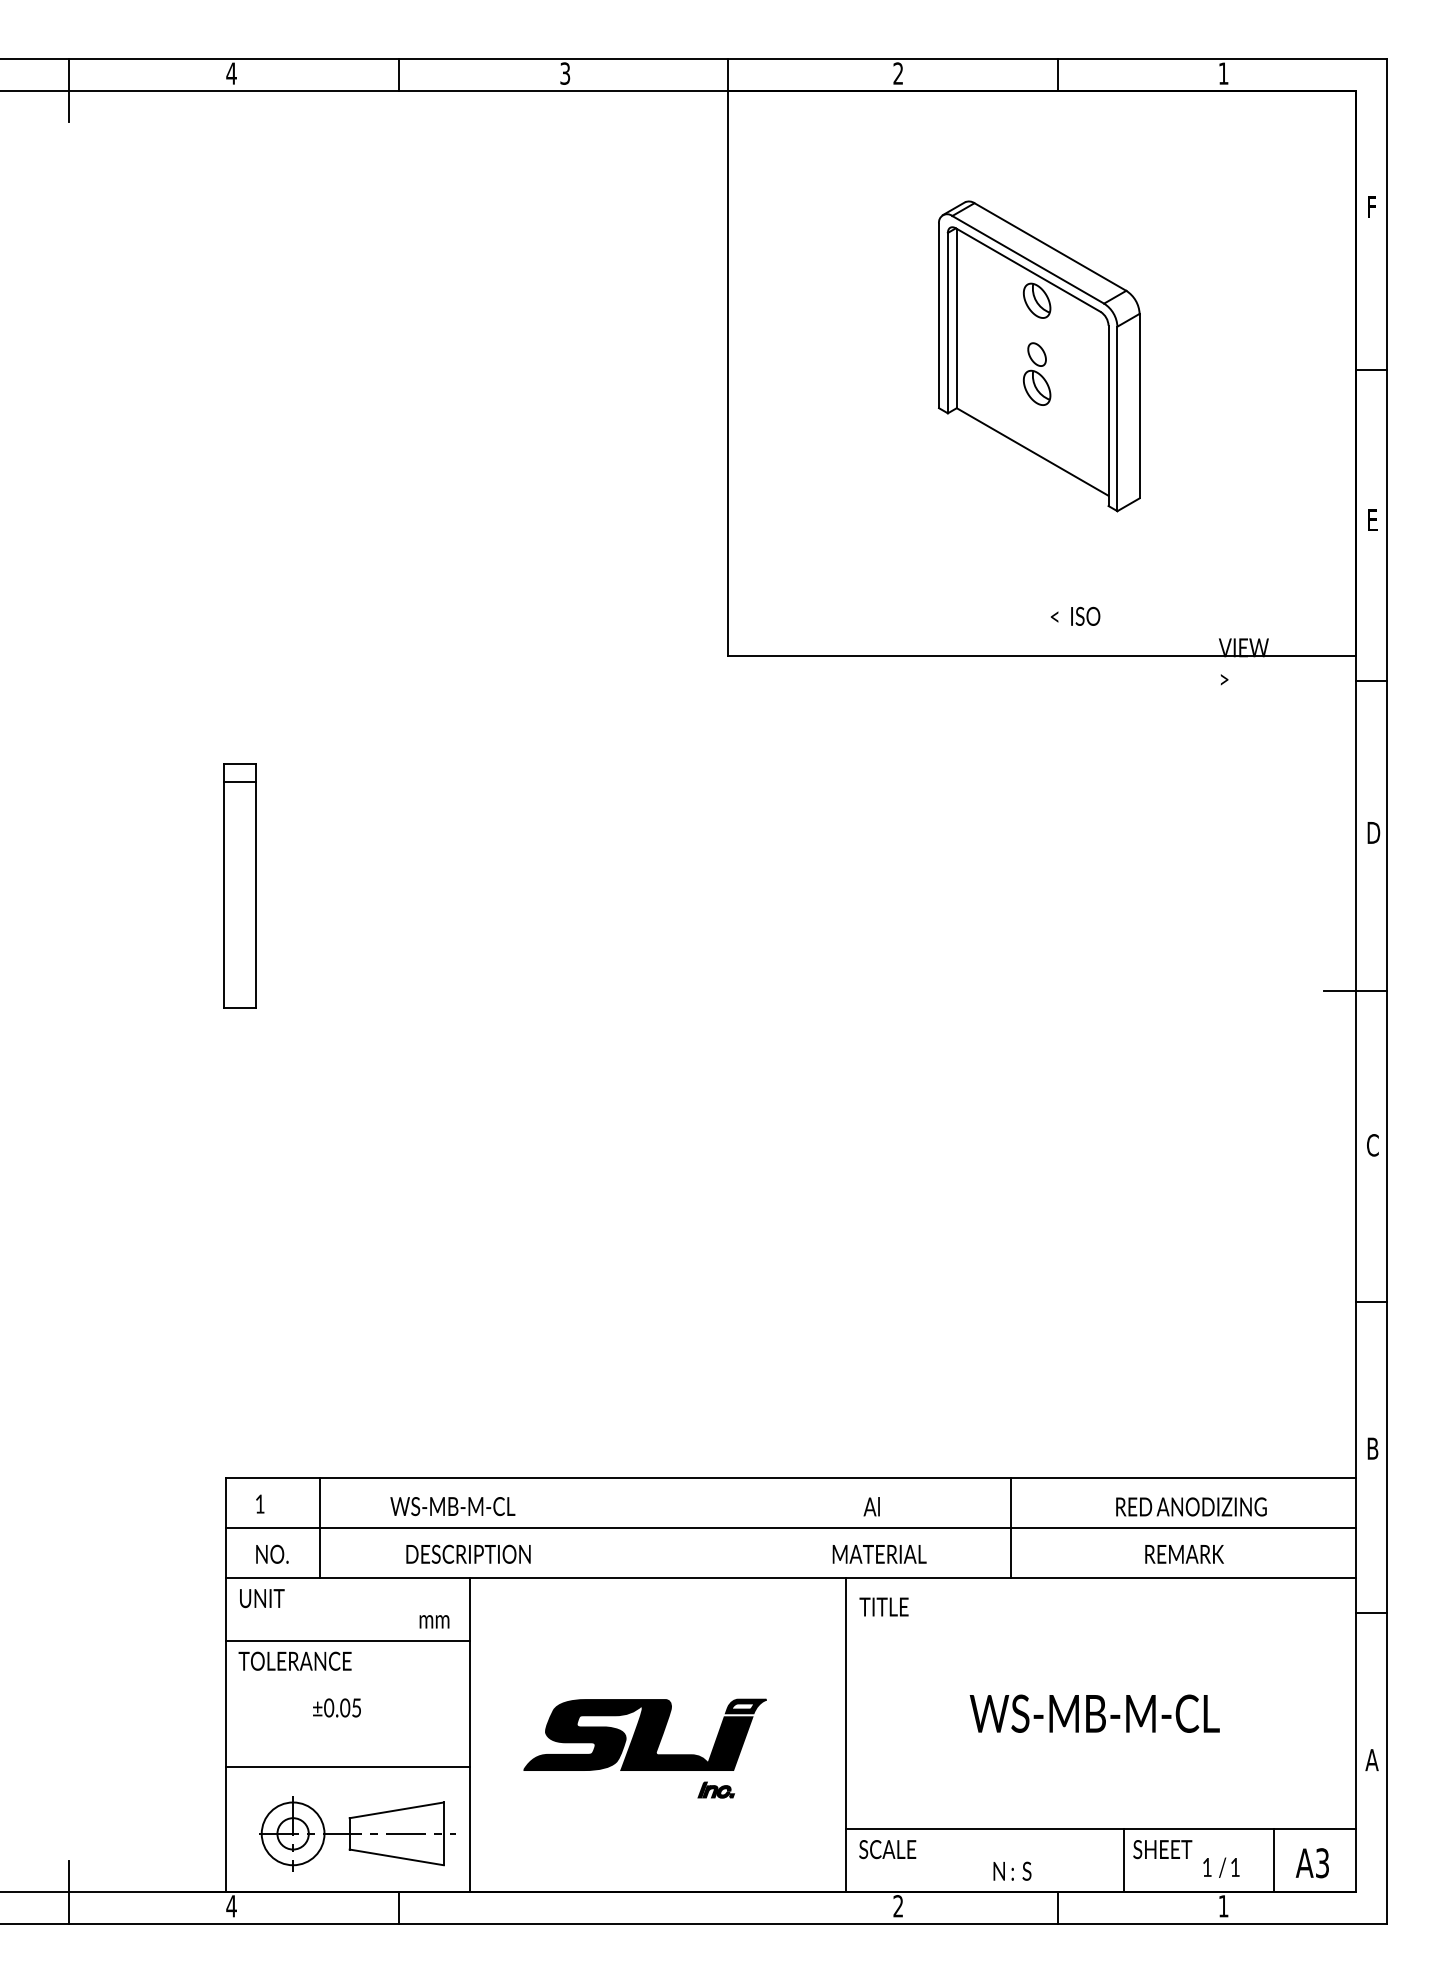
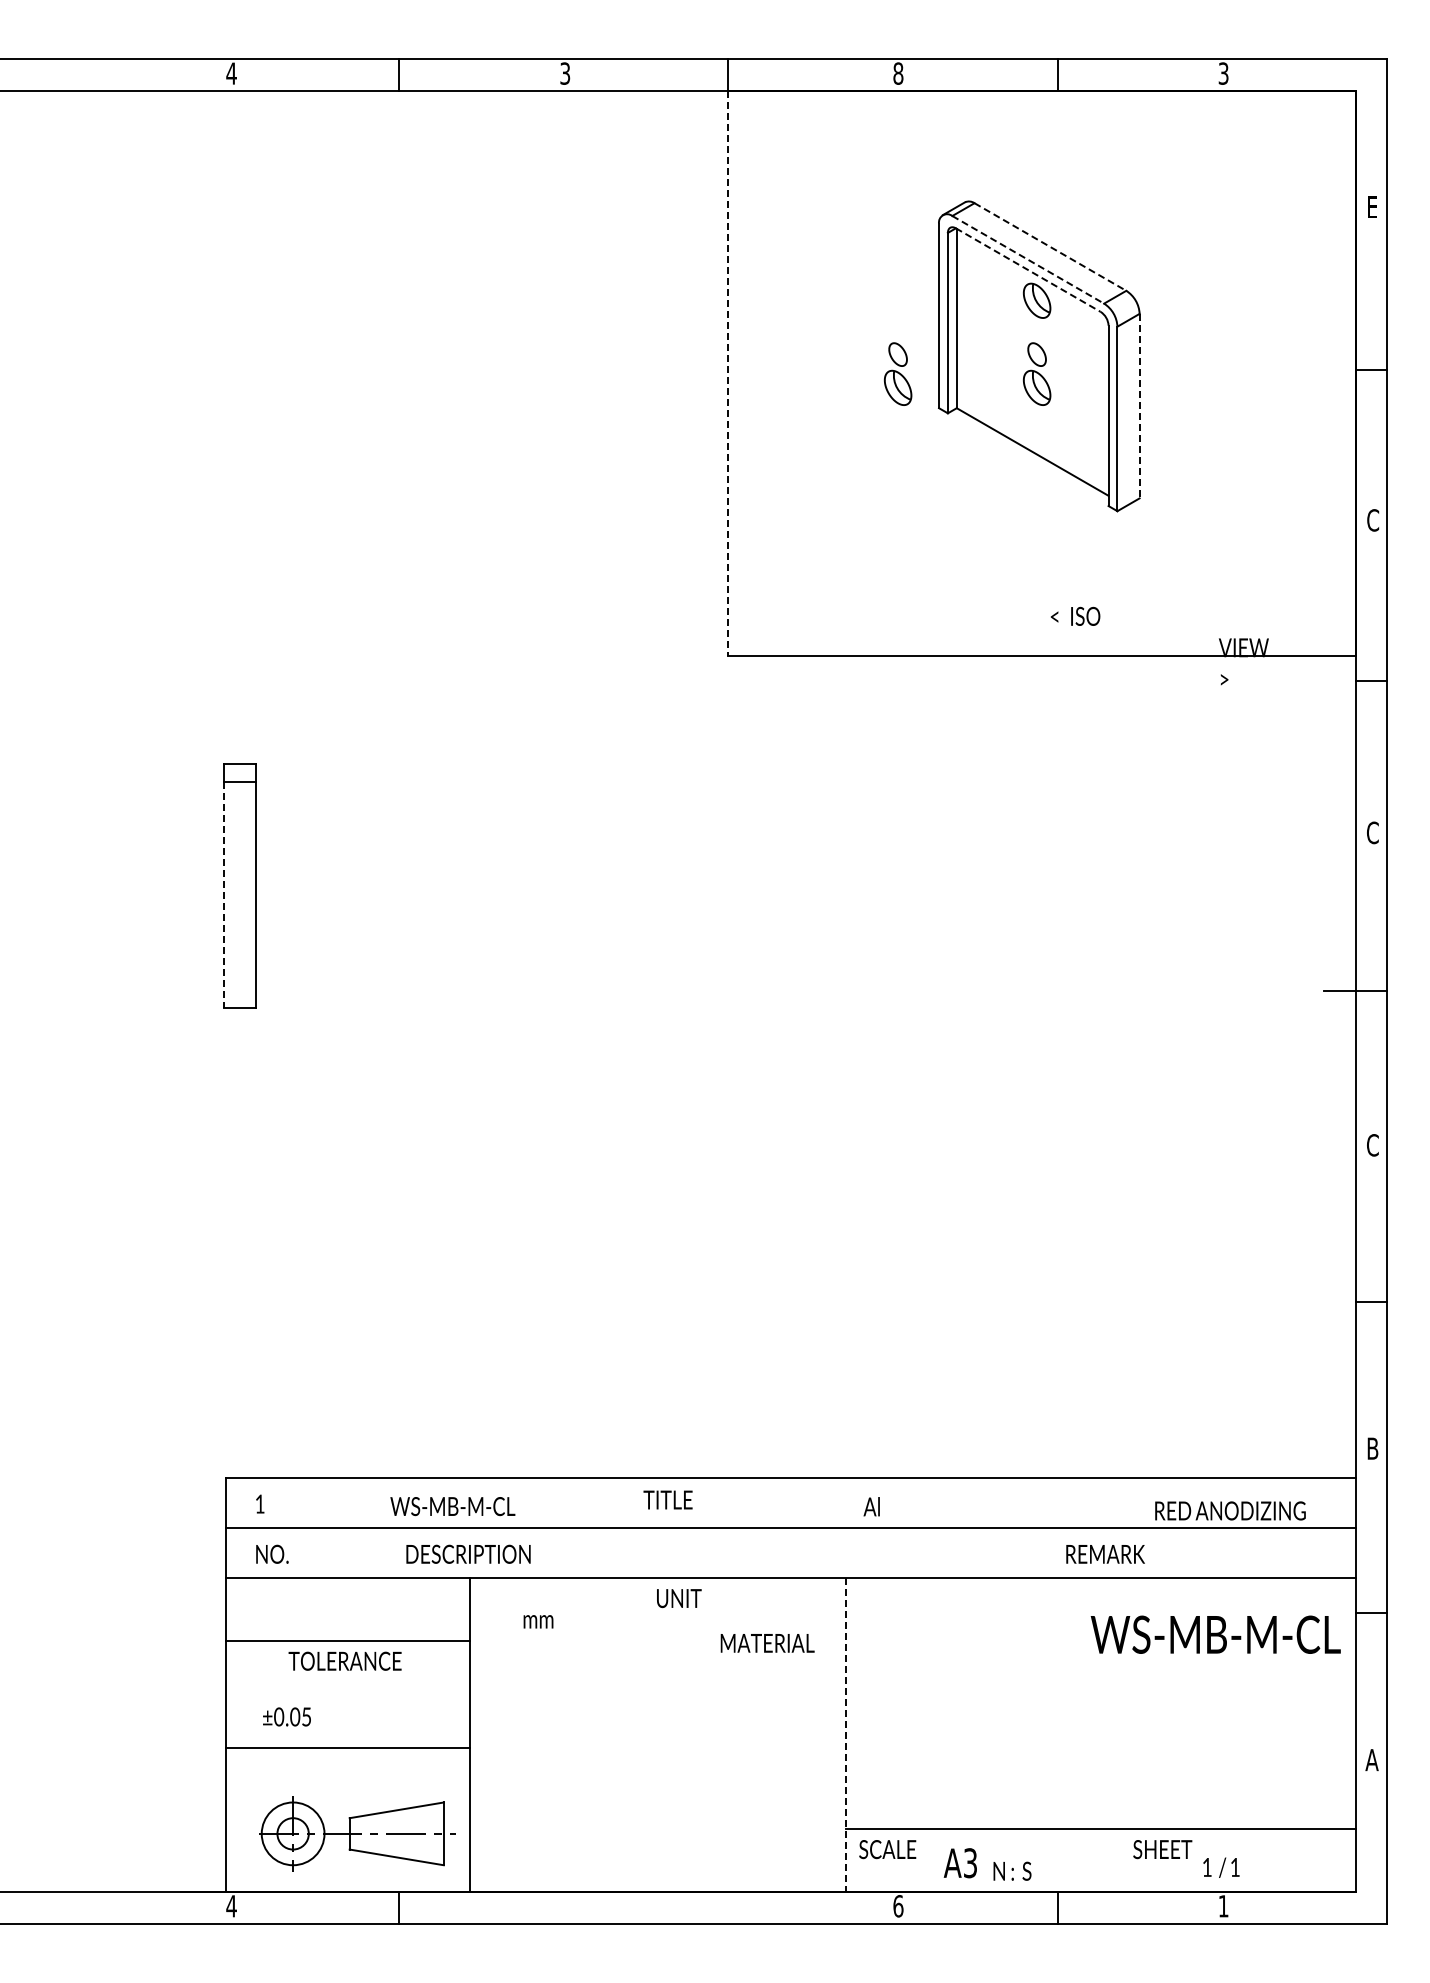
text at (898, 73): 2 -> 8
text at (1223, 73): 1 -> 3
line at (69, 90): present -> none
text at (1373, 206): F -> E
line at (1050, 247): solid -> dashed
line at (1028, 259): solid -> dashed
line at (1028, 270): solid -> dashed
line at (728, 373): solid -> dashed
part at (897, 373): none -> present
line at (1139, 406): solid -> dashed
text at (1373, 520): E -> C
text at (1373, 832): D -> C
line at (224, 895): solid -> dashed
text at (1191, 1506) position: (1191, 1506) -> (1230, 1510)
line at (320, 1527): present -> none
line at (1010, 1527): present -> none
text at (879, 1554) position: (879, 1554) -> (767, 1643)
text at (1184, 1554) position: (1184, 1554) -> (1105, 1554)
text at (262, 1598) position: (262, 1598) -> (679, 1598)
text at (883, 1606) position: (883, 1606) -> (667, 1499)
text at (434, 1621) position: (434, 1621) -> (538, 1621)
text at (294, 1660) position: (294, 1660) -> (344, 1660)
text at (336, 1707) position: (336, 1707) -> (286, 1716)
text at (1094, 1713) position: (1094, 1713) -> (1215, 1634)
line at (846, 1735): solid -> dashed
part at (644, 1748): present -> none
line at (347, 1766) position: (347, 1766) -> (347, 1747)
line at (1123, 1860): present -> none
line at (1274, 1860): present -> none
text at (1311, 1863) position: (1311, 1863) -> (959, 1863)
line at (69, 1891): present -> none
text at (898, 1906): 2 -> 6
